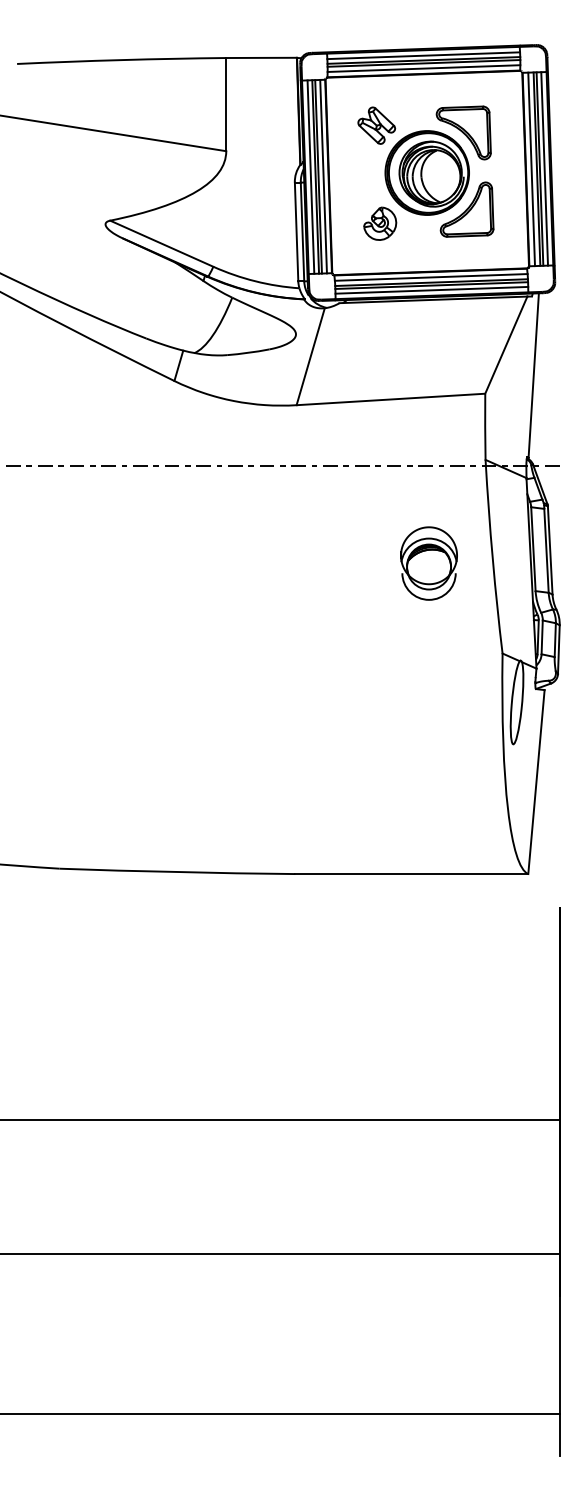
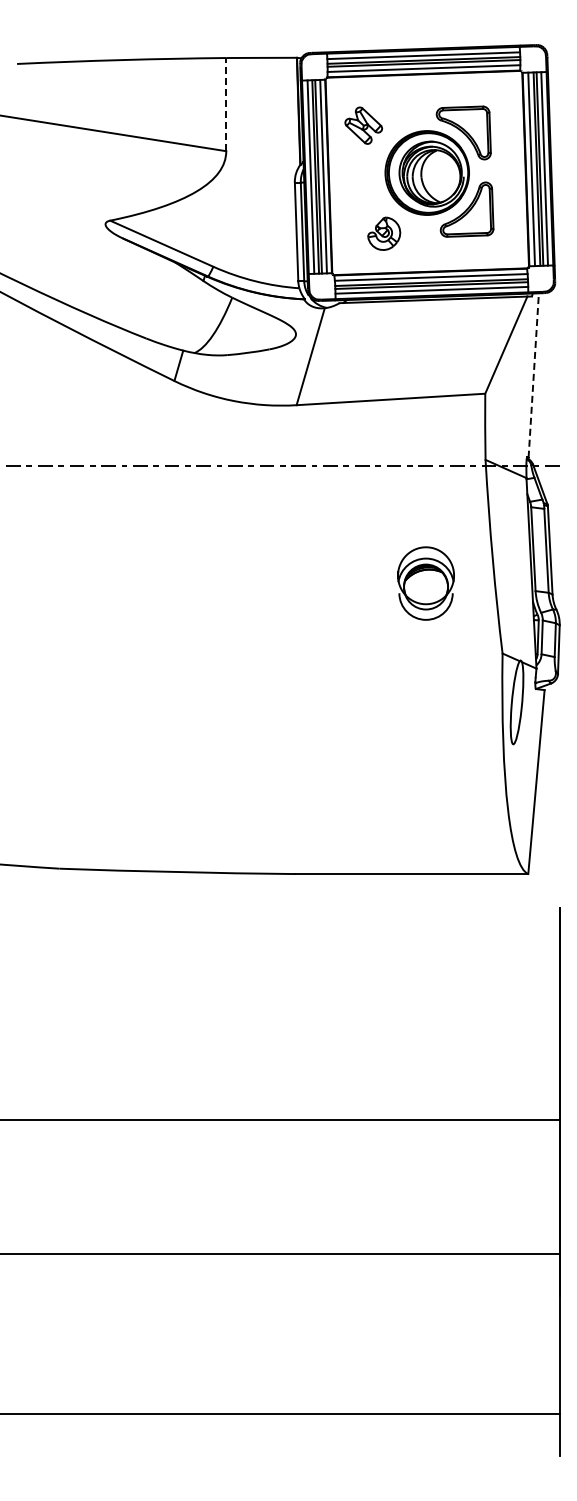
line at (226, 104): solid -> dashed
part at (376, 125) position: (376, 125) -> (363, 125)
part at (380, 223) position: (380, 223) -> (384, 233)
line at (533, 375): solid -> dashed
part at (428, 563) position: (428, 563) -> (425, 583)
